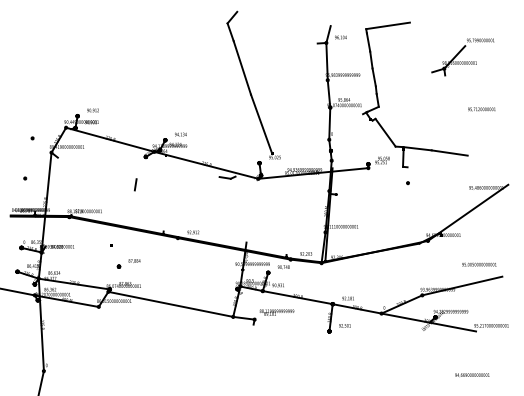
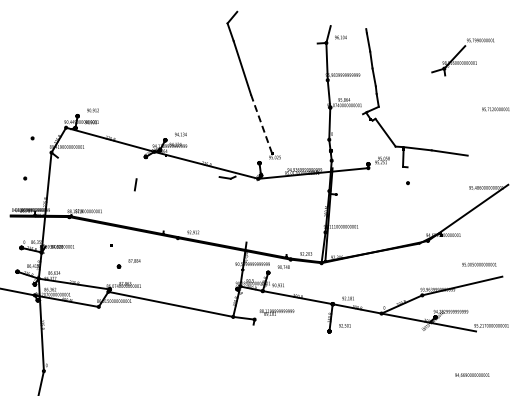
line at (387, 25): present -> none
text at (481, 109) position: (481, 109) -> (495, 109)
line at (261, 123): solid -> dashed
